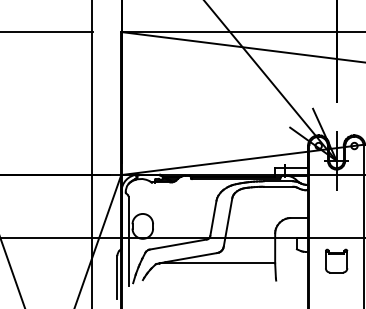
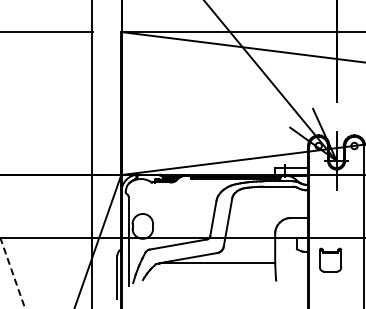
part at (336, 260) position: (336, 260) -> (330, 259)
line at (12, 273): solid -> dashed
